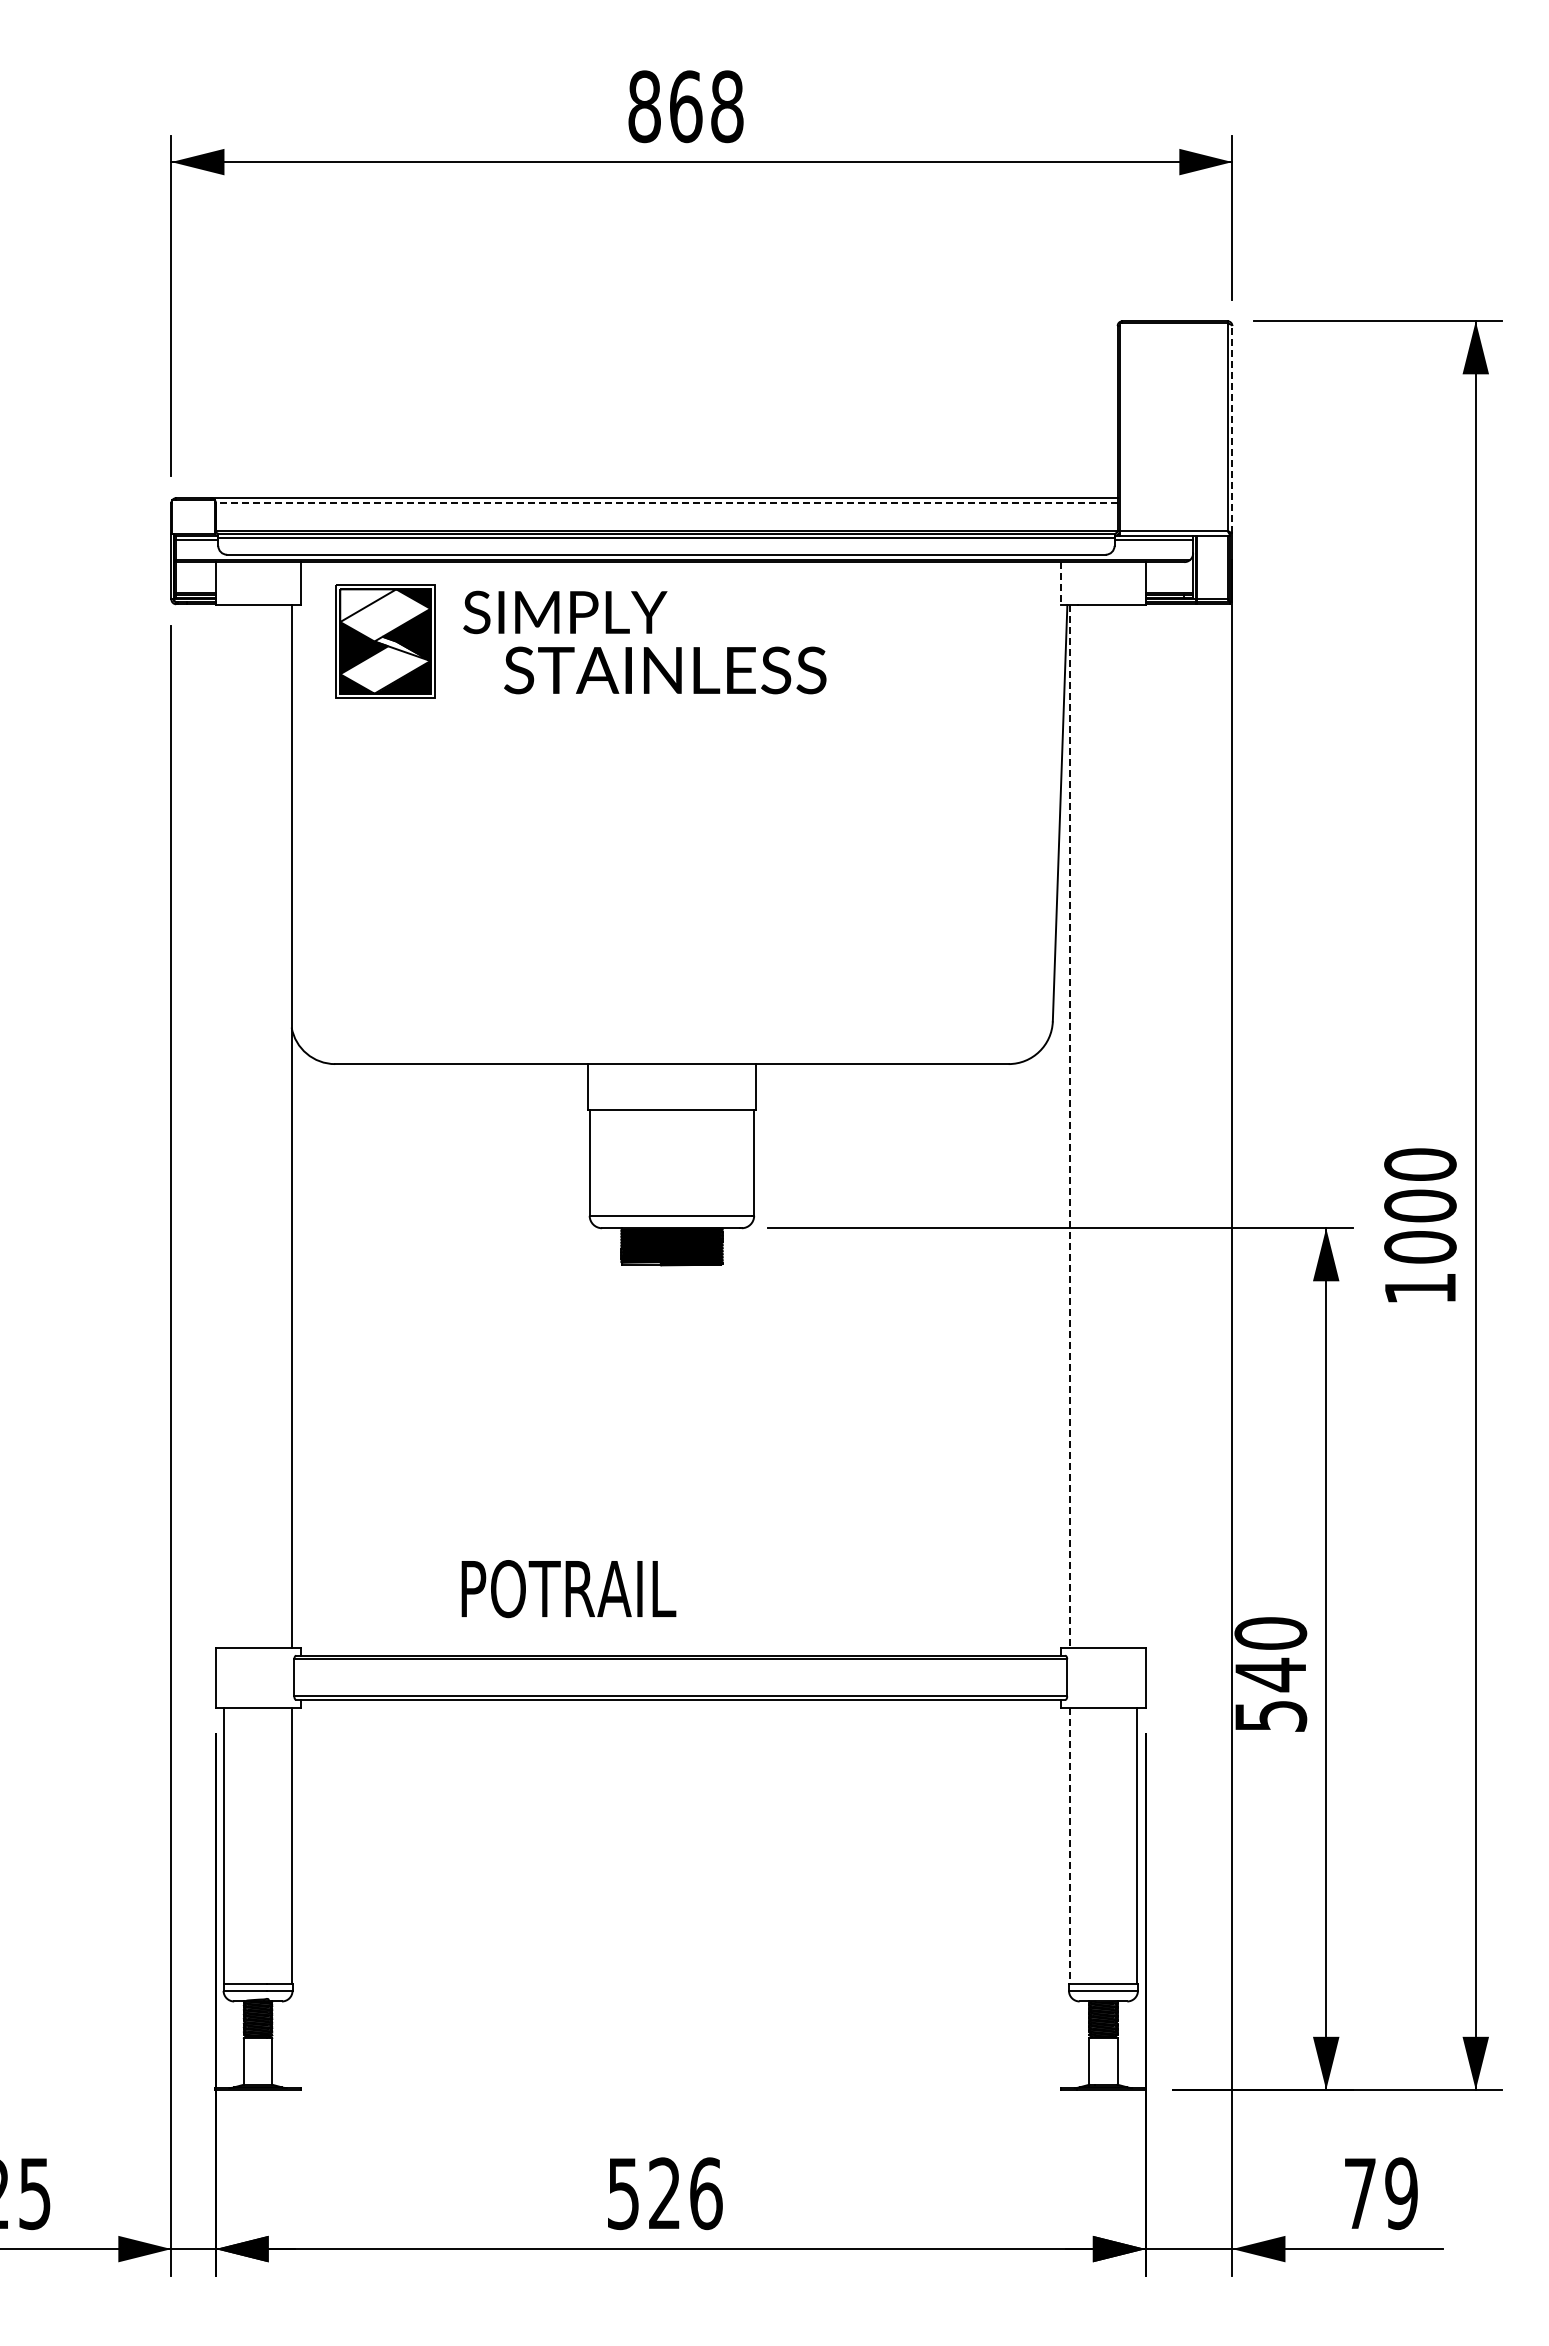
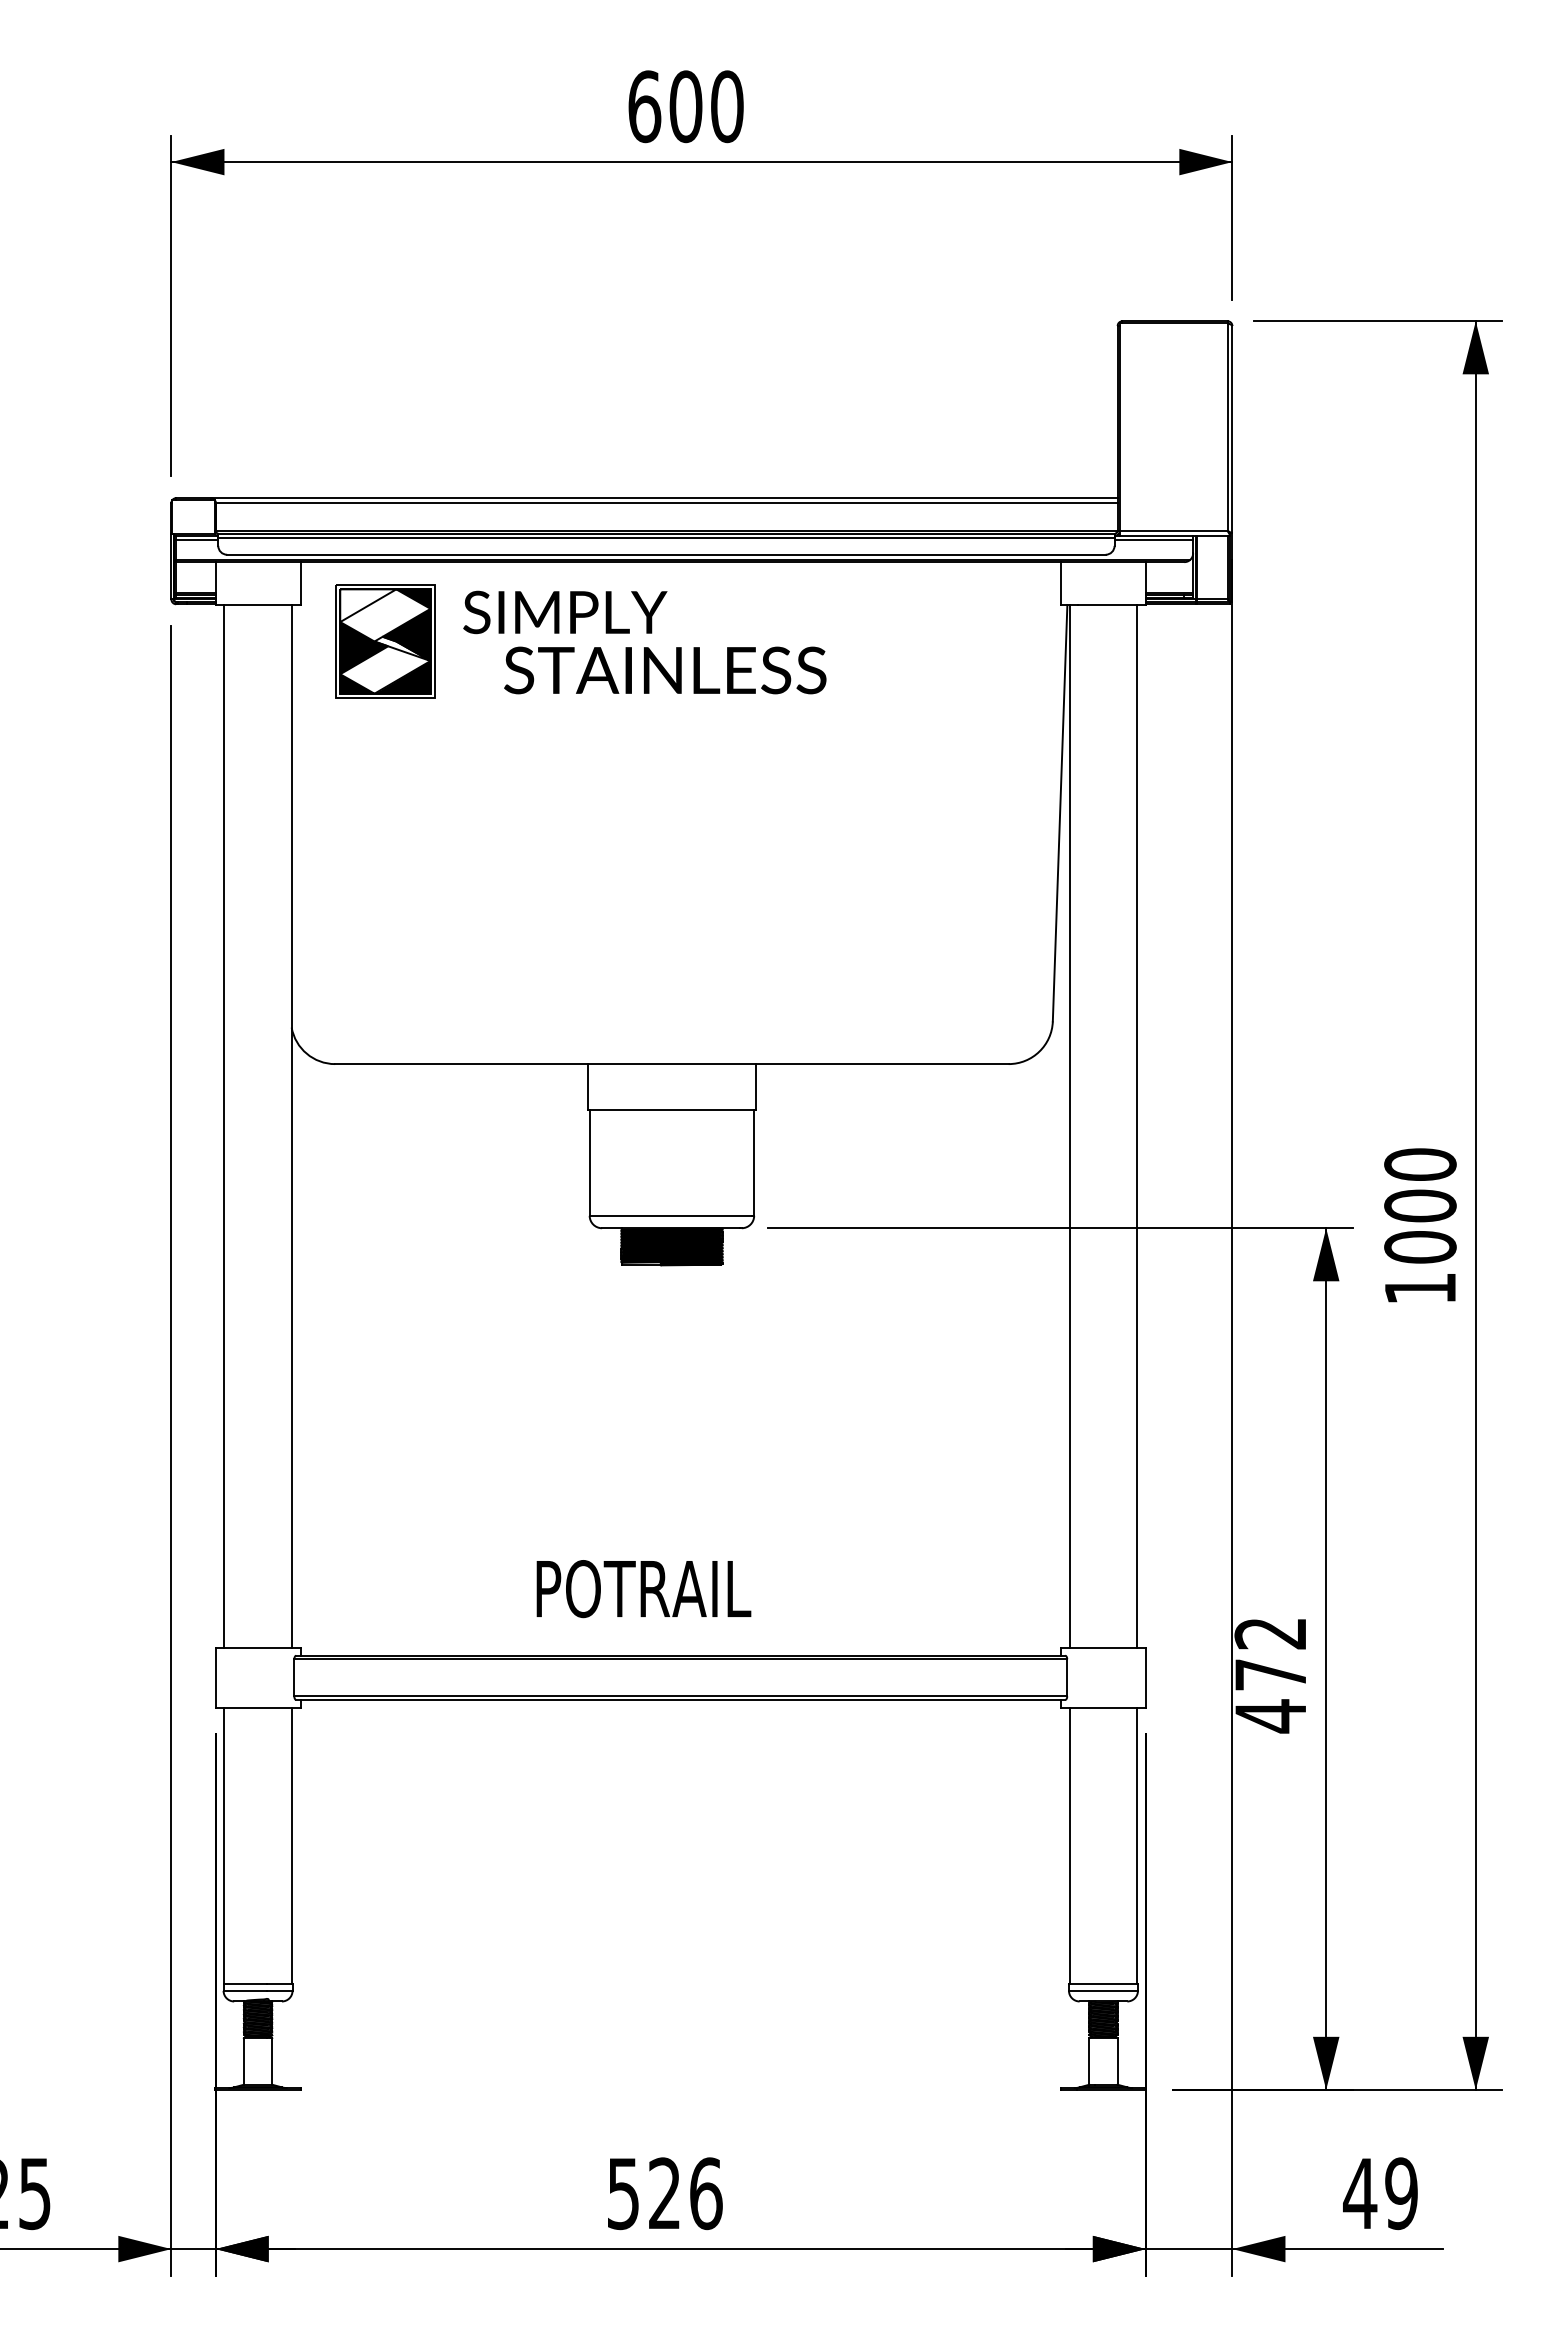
text at (685, 106): 868 -> 600
line at (1232, 429): dashed -> solid
line at (666, 502): dashed -> solid
line at (1061, 584): dashed -> solid
line at (224, 1125): none -> present
line at (1137, 1125): none -> present
line at (1069, 1126): dashed -> solid
text at (568, 1589) position: (568, 1589) -> (643, 1589)
text at (1270, 1675): 540 -> 472
line at (1069, 1845): dashed -> solid
text at (1360, 2193): 79 -> 49
